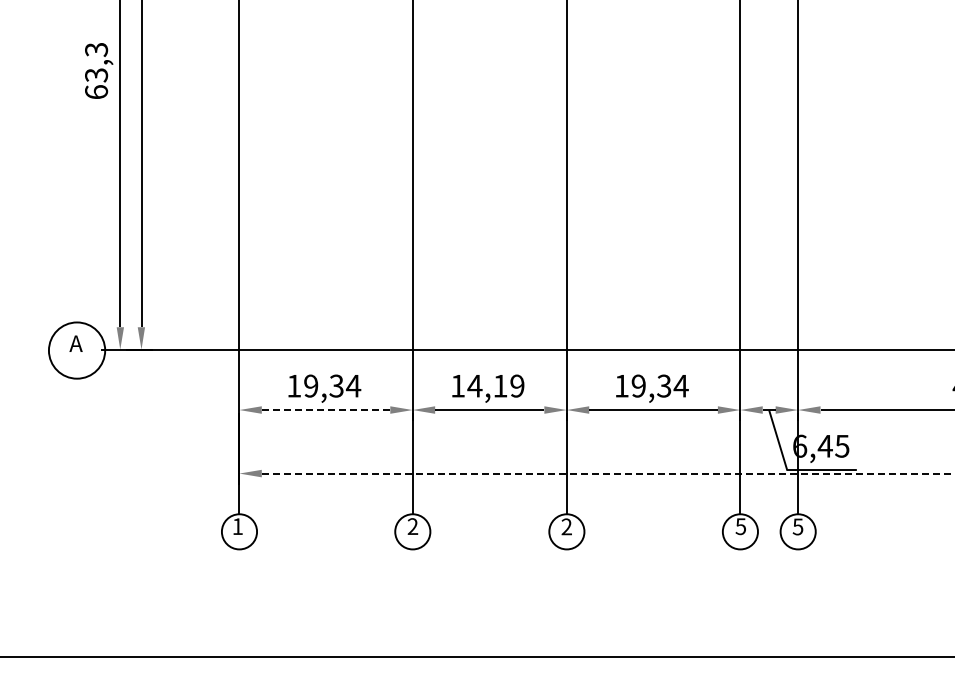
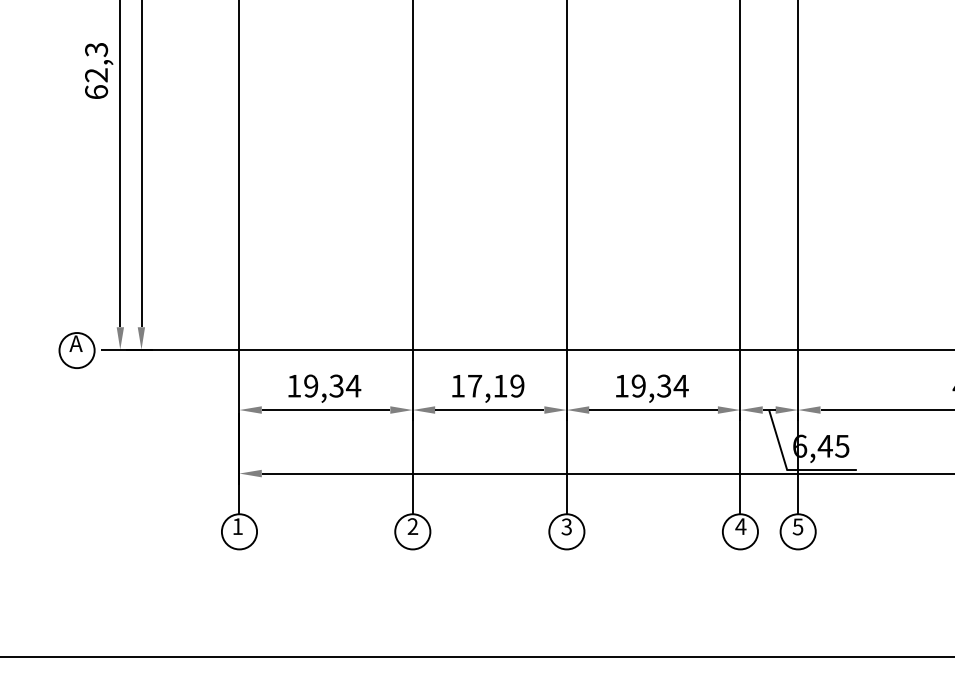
text at (96, 75): 63,3 -> 62,3
circle at (76, 350) diameter: 56 px -> 35 px
text at (474, 386): 14,19 -> 17,19
line at (325, 410): dashed -> solid
line at (608, 473): dashed -> solid
text at (566, 526): 2 -> 3
text at (740, 526): 5 -> 4
